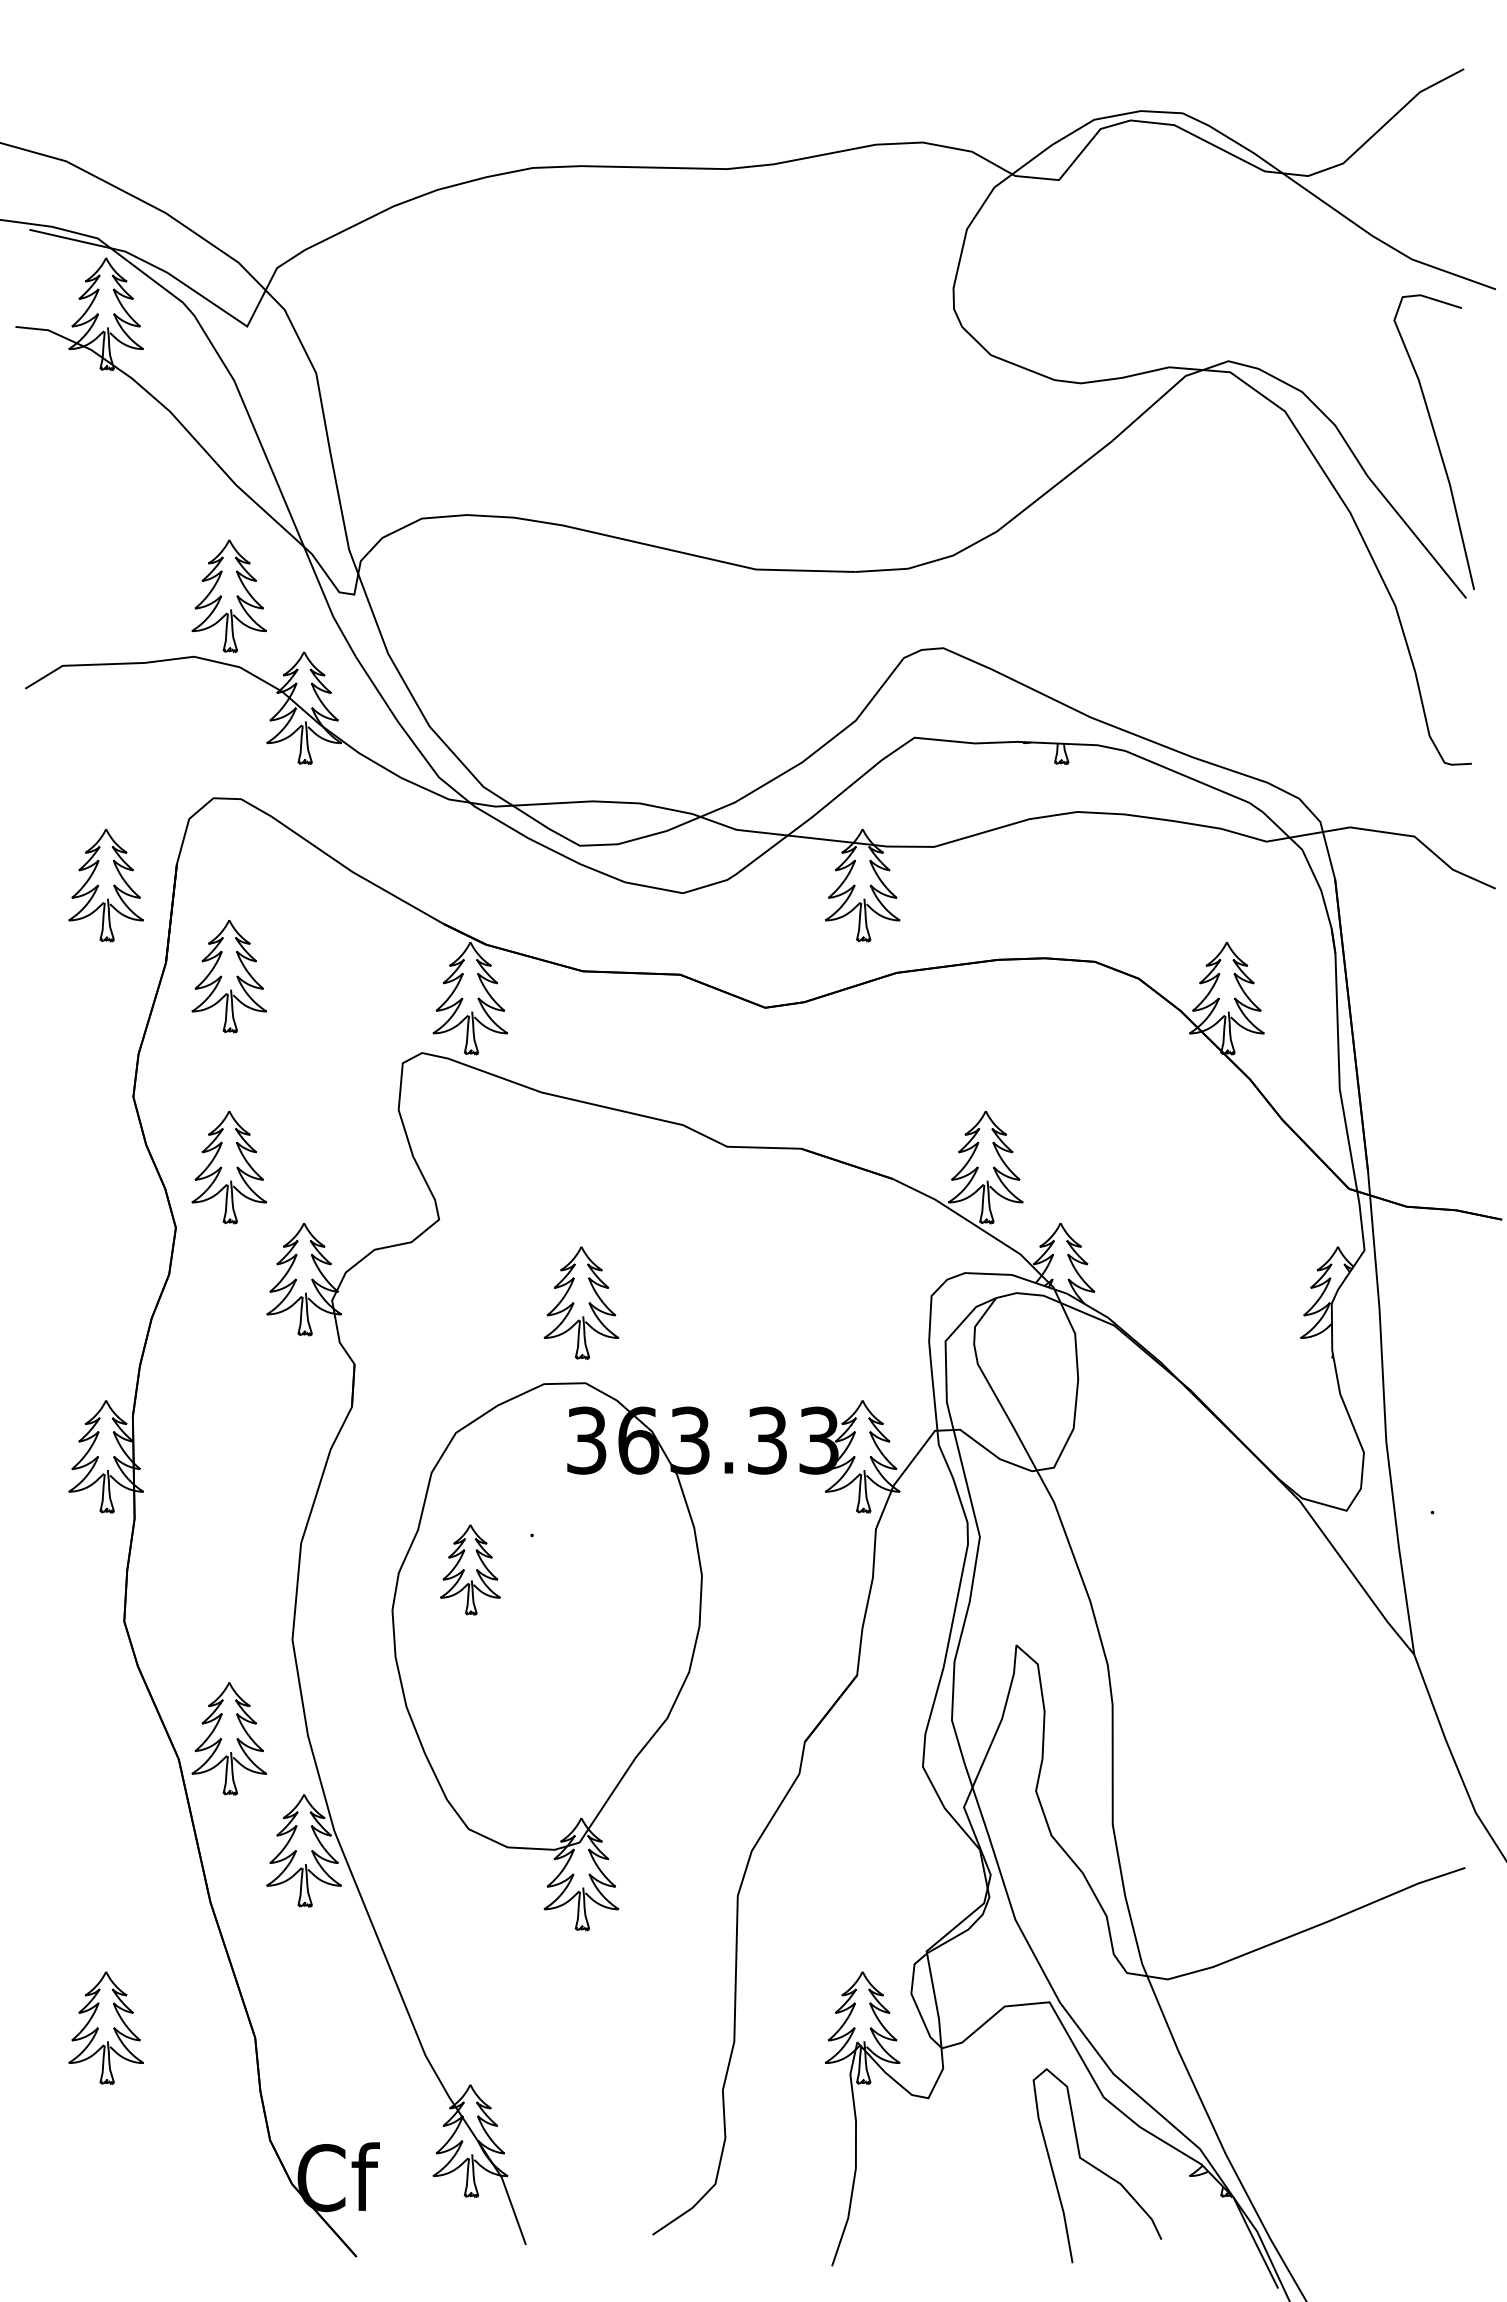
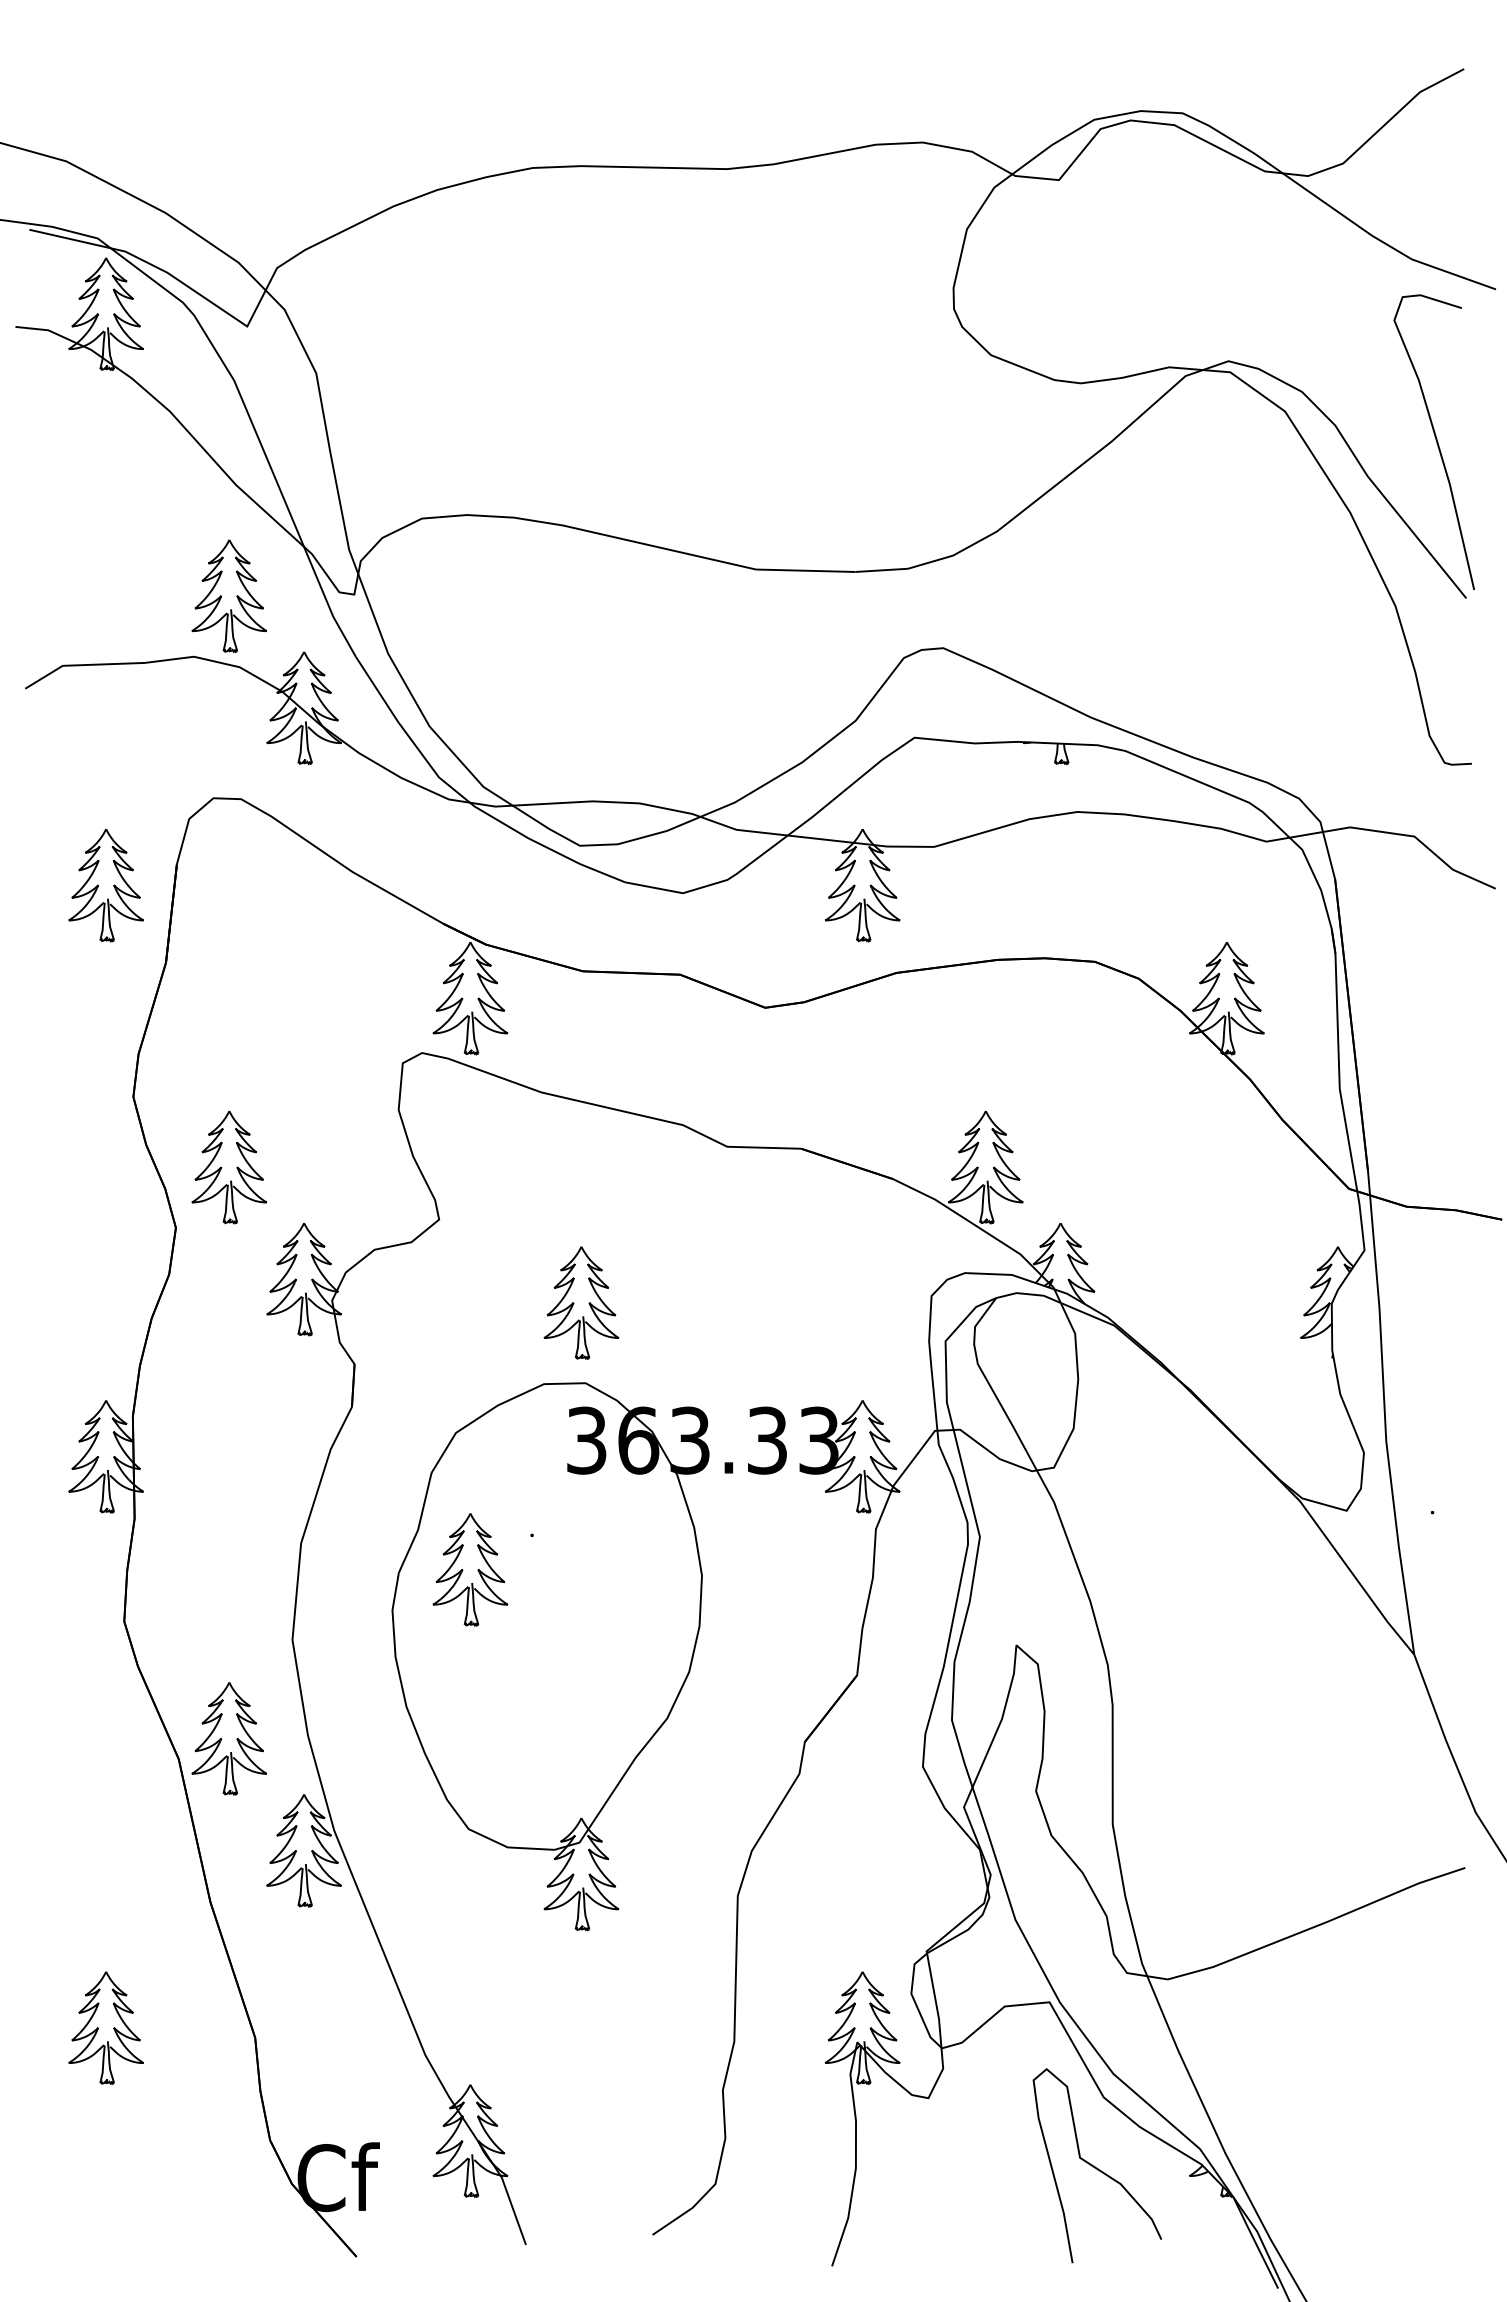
part at (228, 976): present -> none
part at (470, 1569) size: 61x92 px -> 77x114 px
